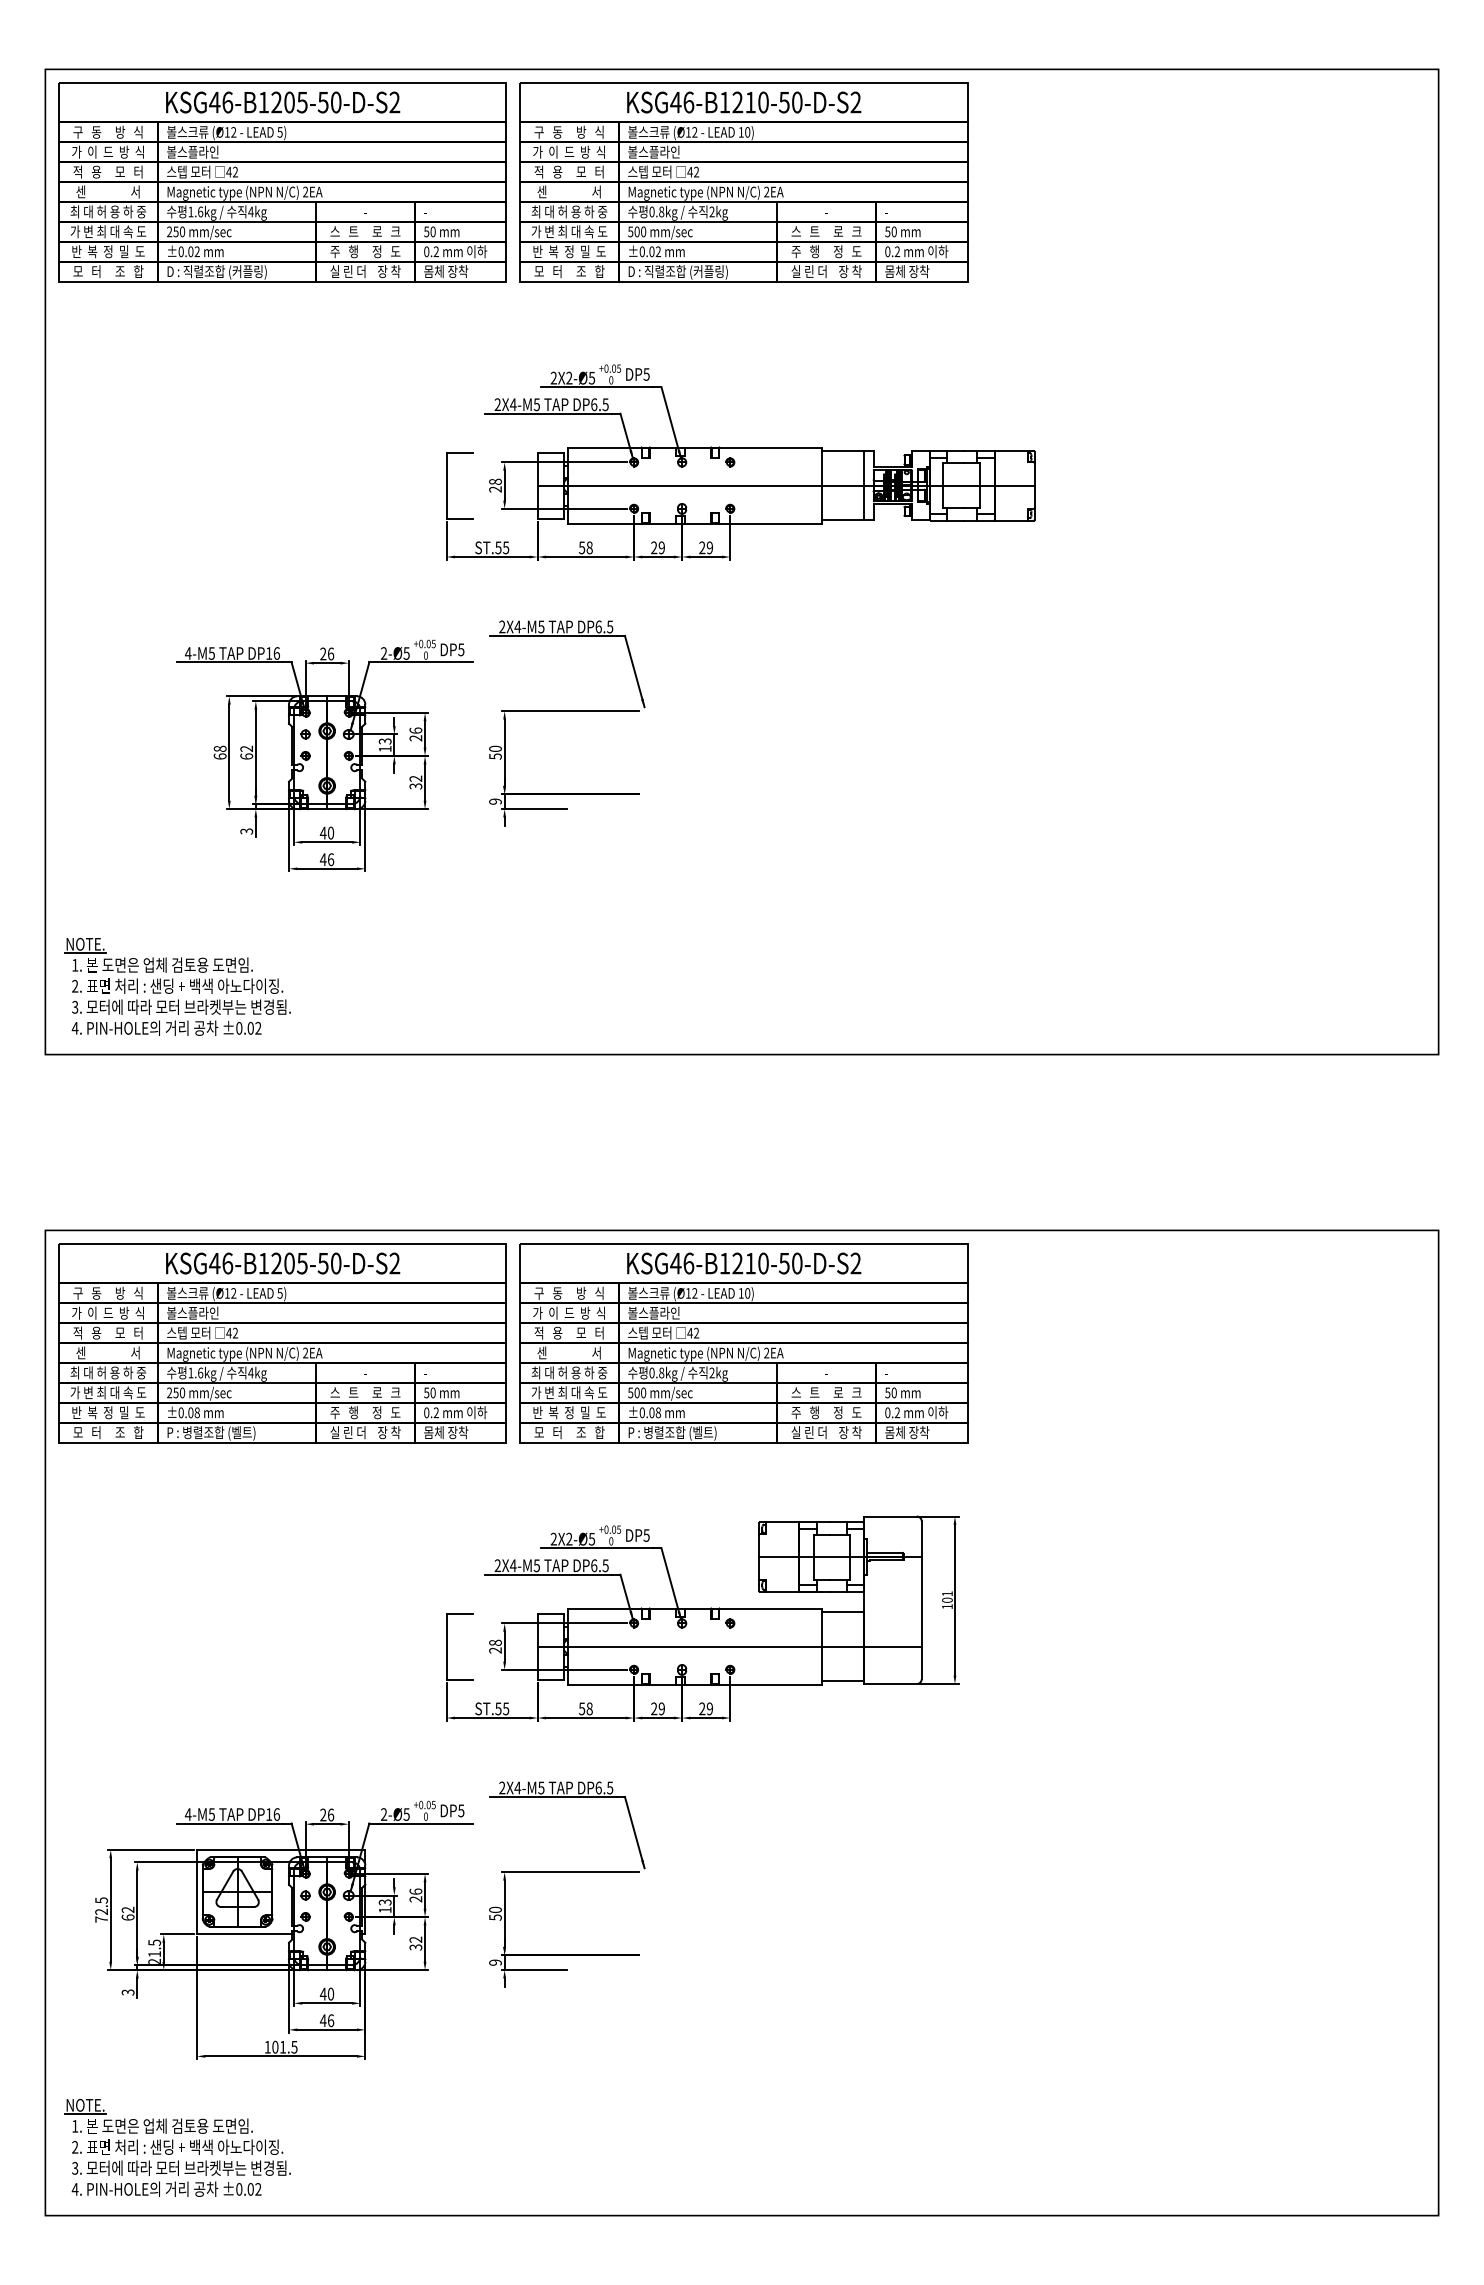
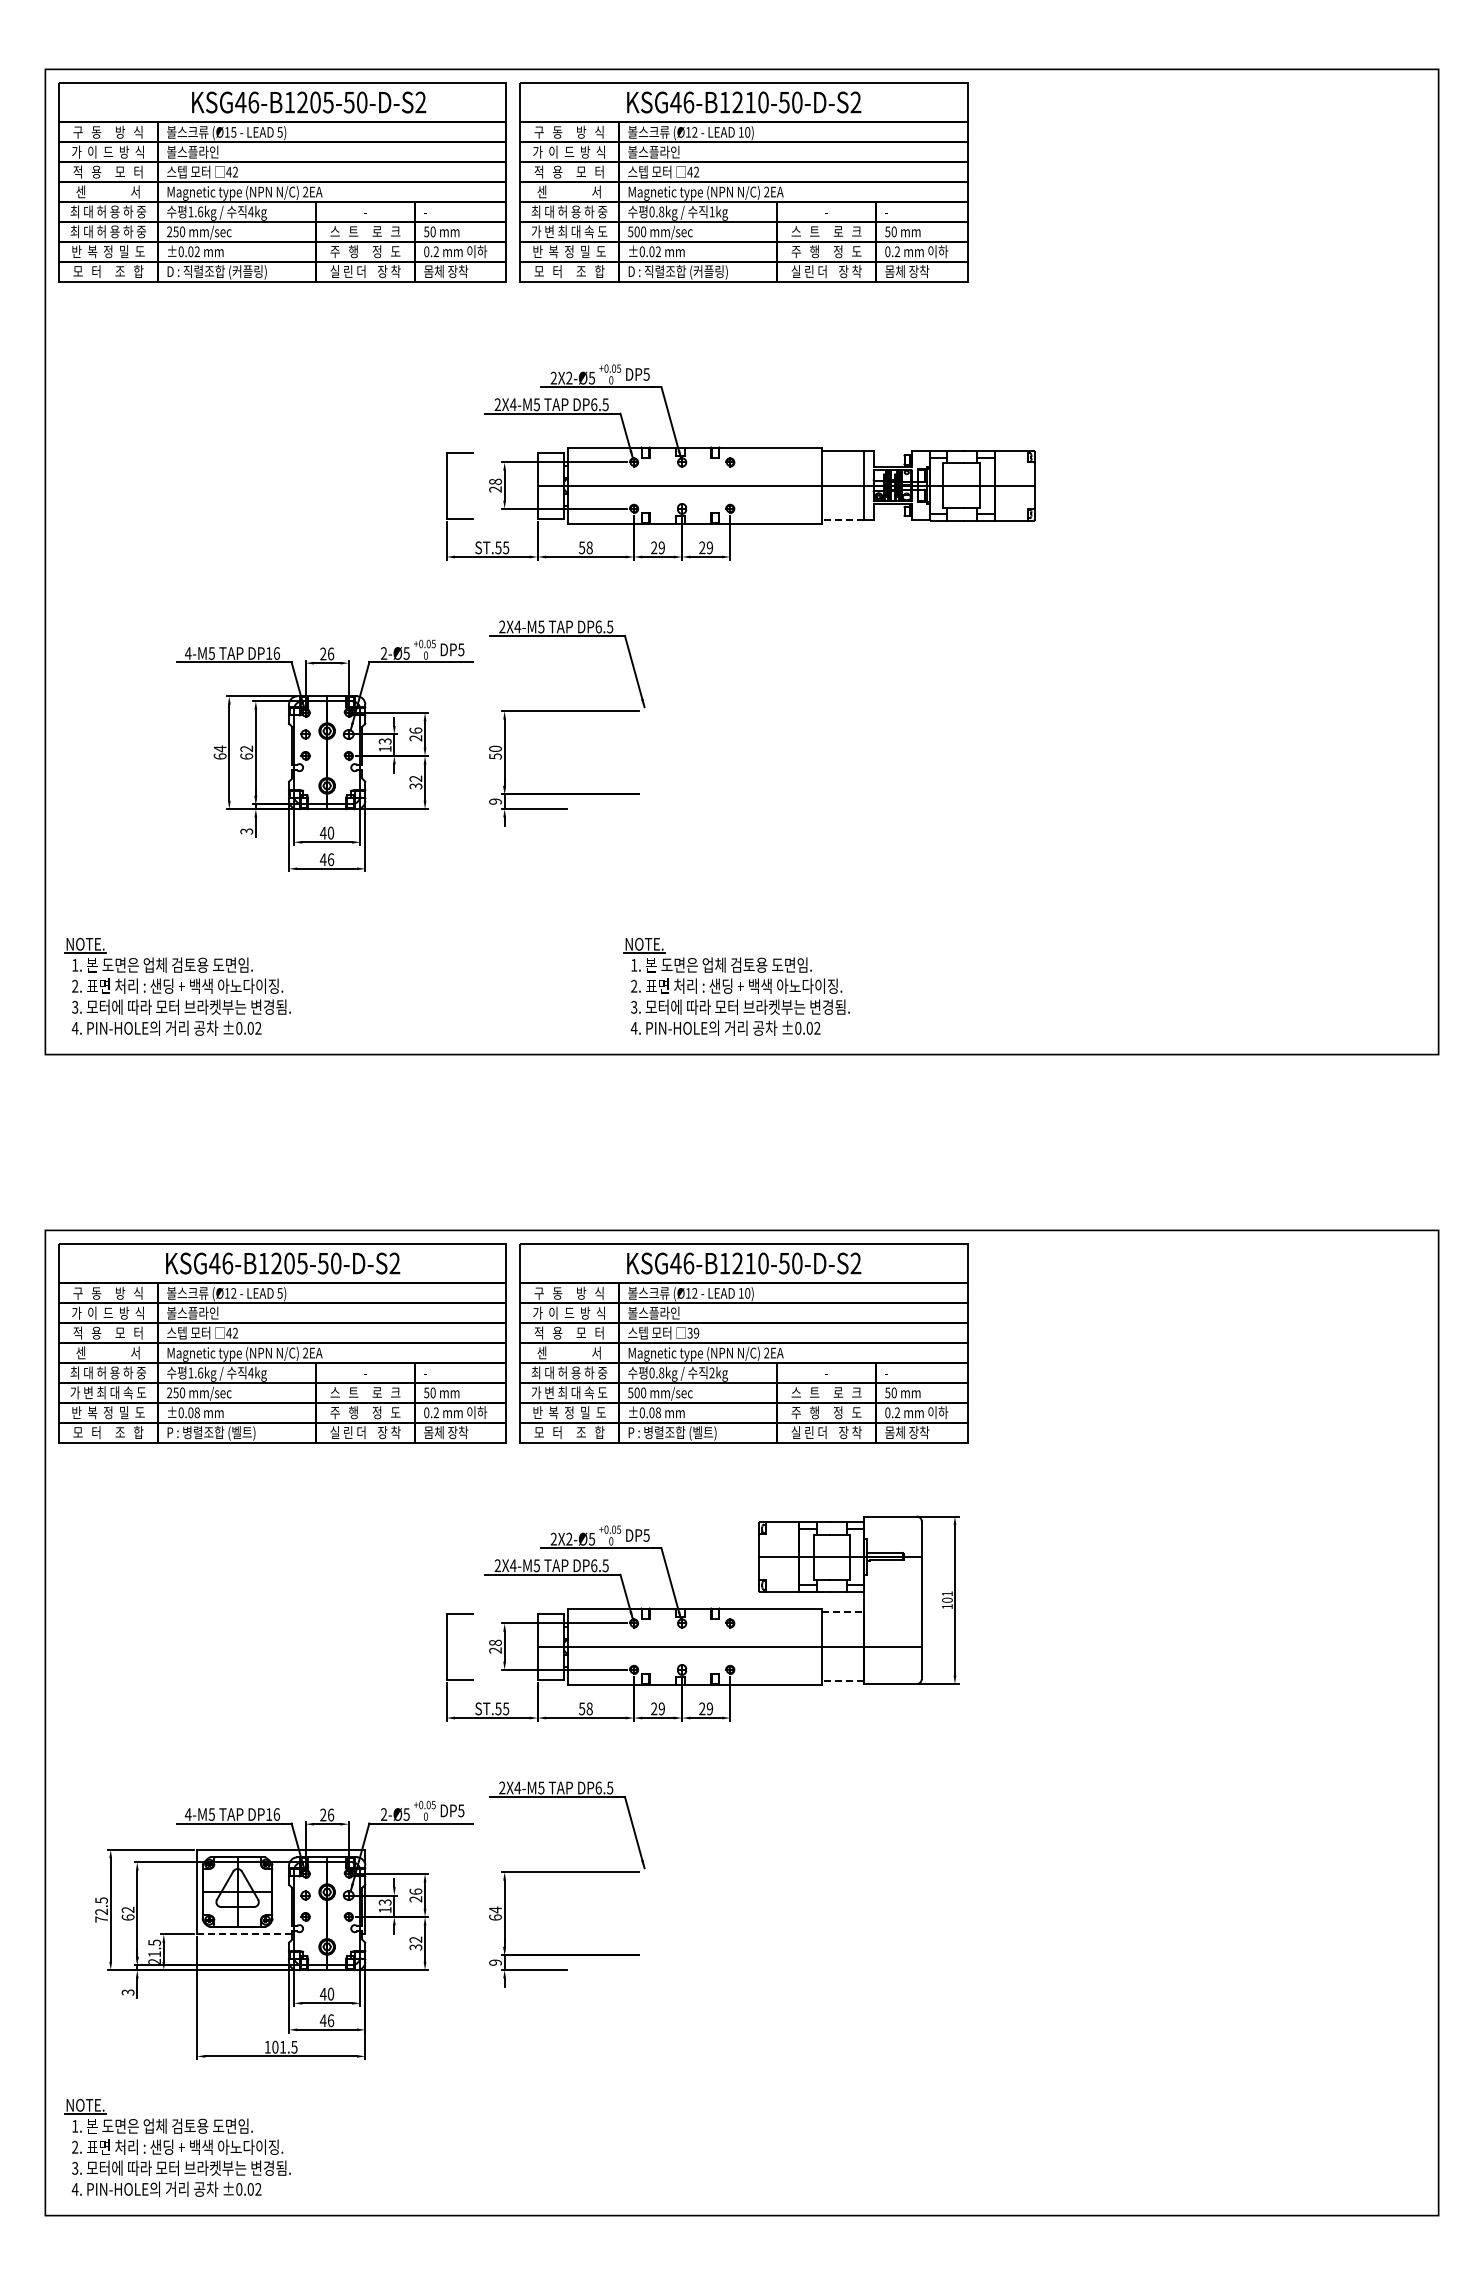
text at (283, 102) position: (283, 102) -> (309, 102)
text at (233, 132): (Ø12 -> (Ø15
text at (711, 211): 2kg -> 1kg
text at (108, 231): 가 변 최 대 속 도 -> 최 대 허 용 하 중
line at (843, 520): solid -> dashed
text at (219, 748): 68 -> 64
part at (736, 986): none -> present
text at (693, 1332): 42 -> 39
line at (843, 1612): solid -> dashed
line at (843, 1681): solid -> dashed
text at (495, 1913): 50 -> 64
line at (244, 1934): solid -> dashed
